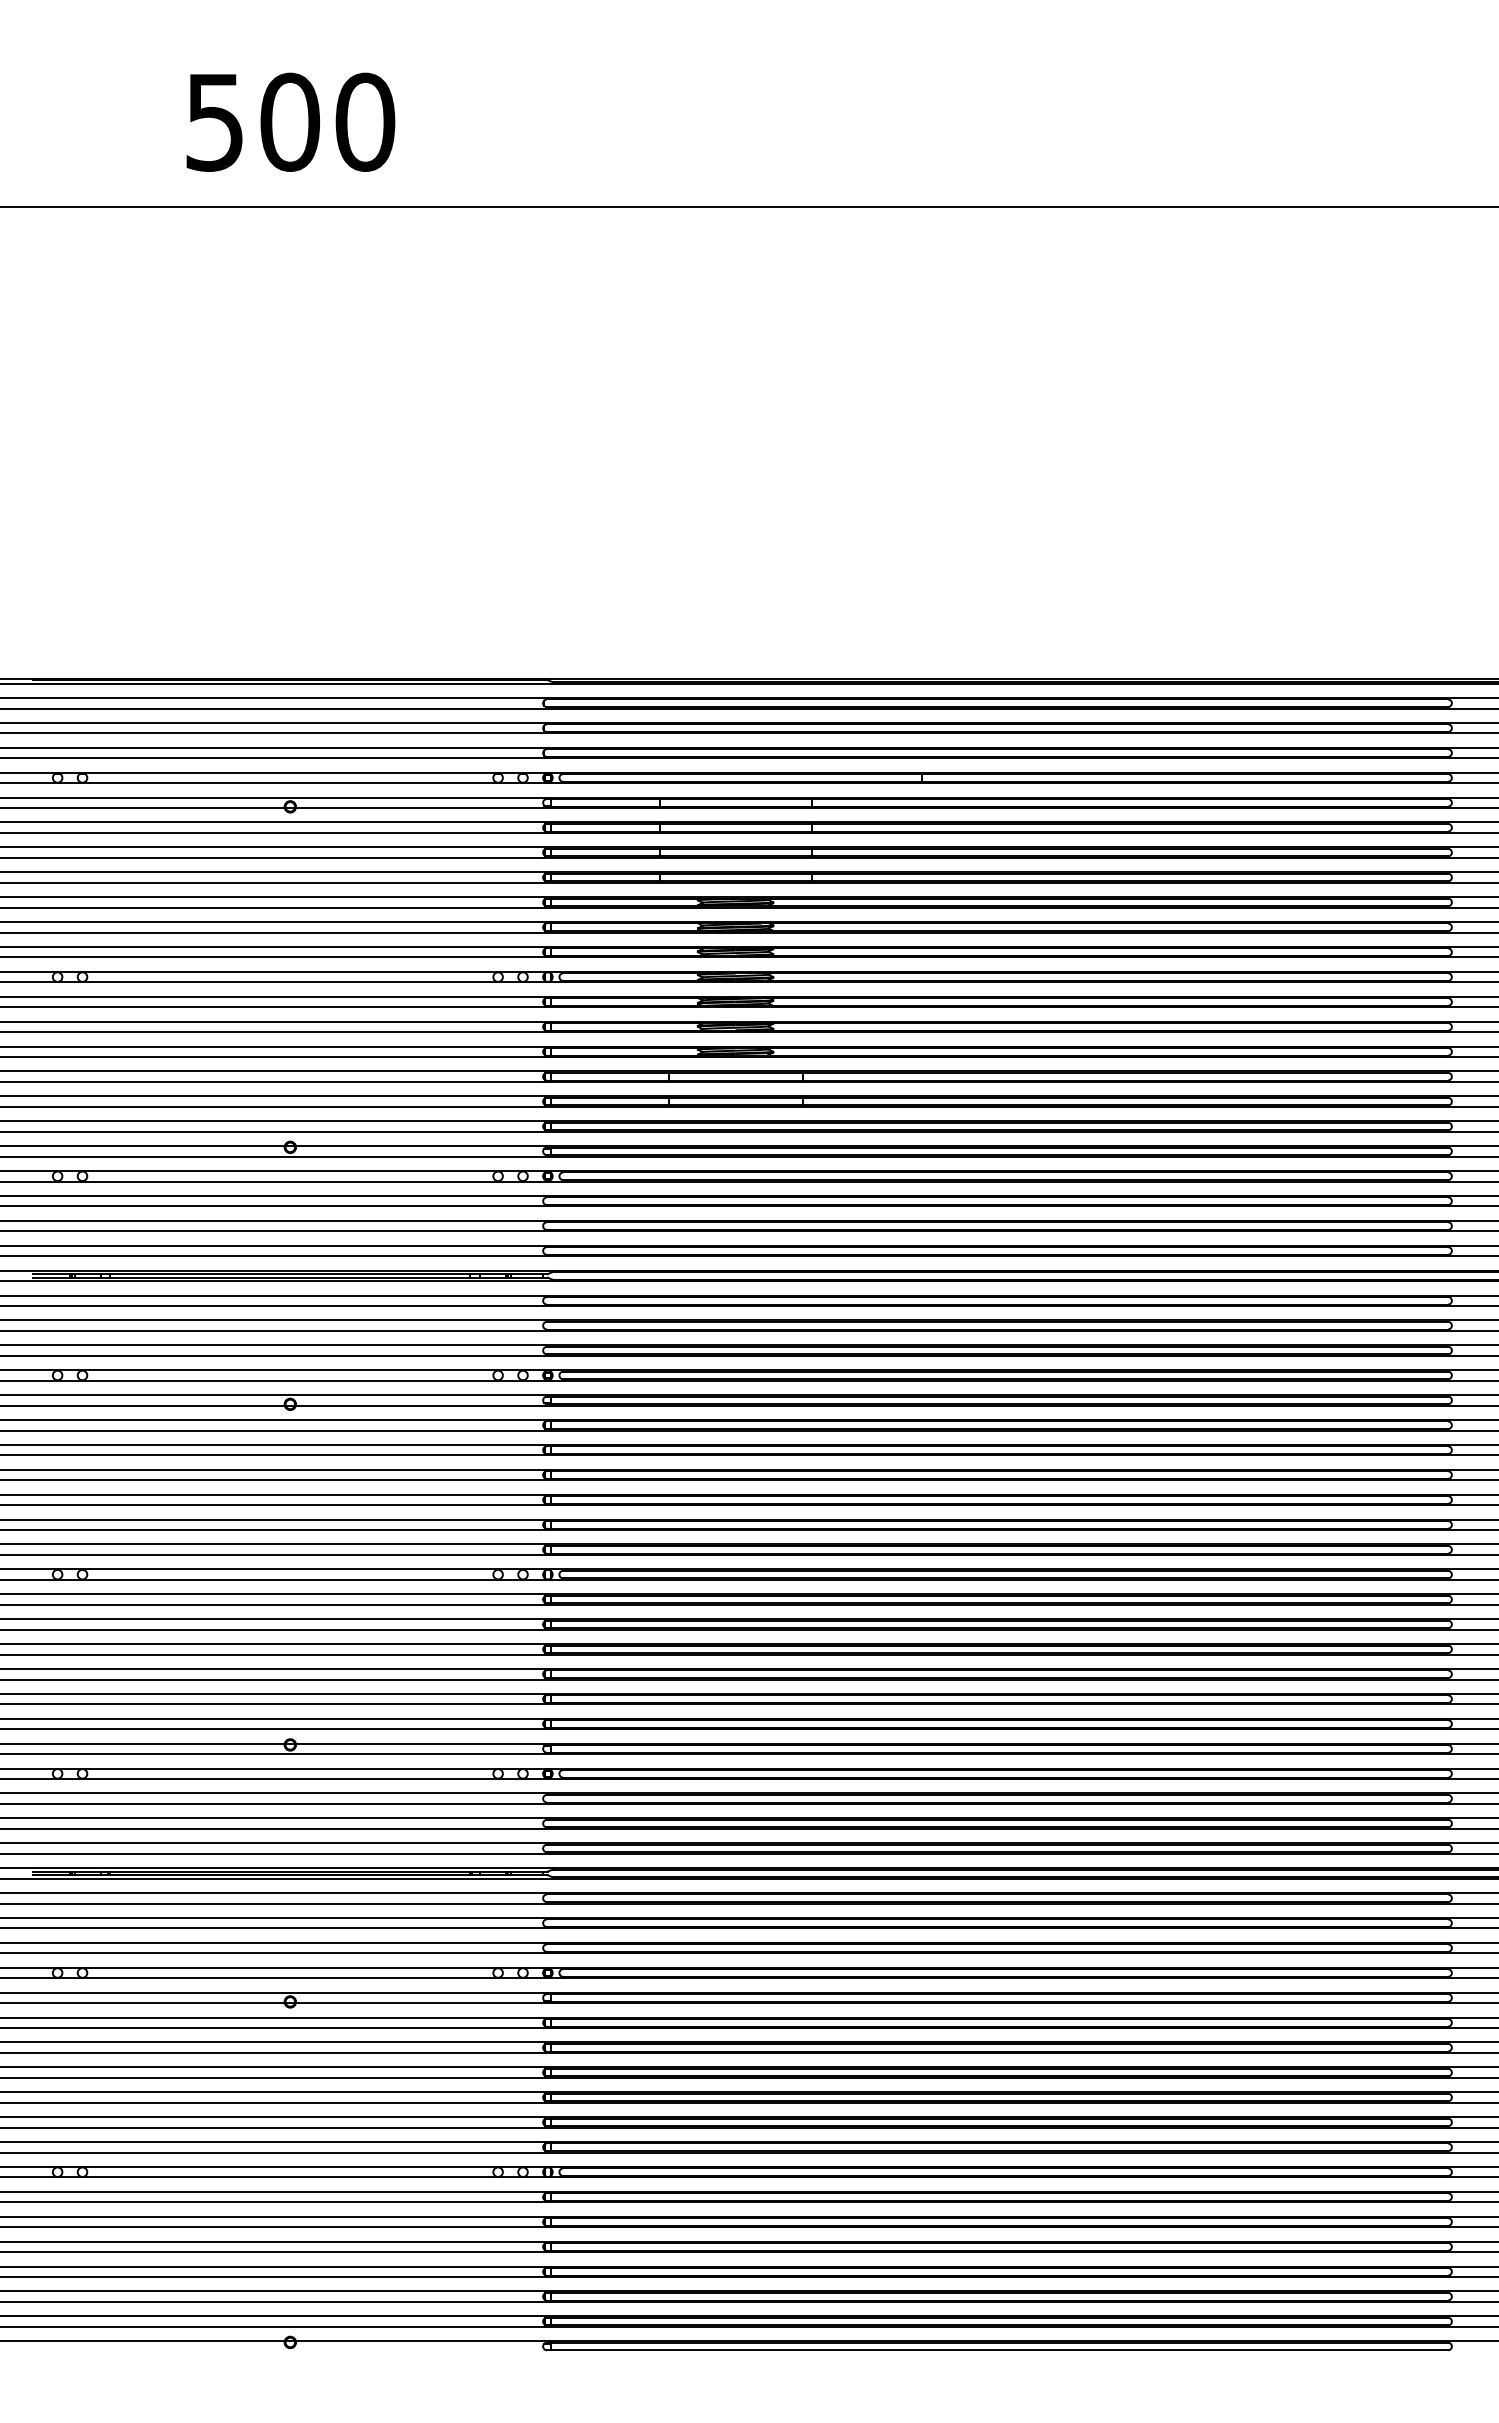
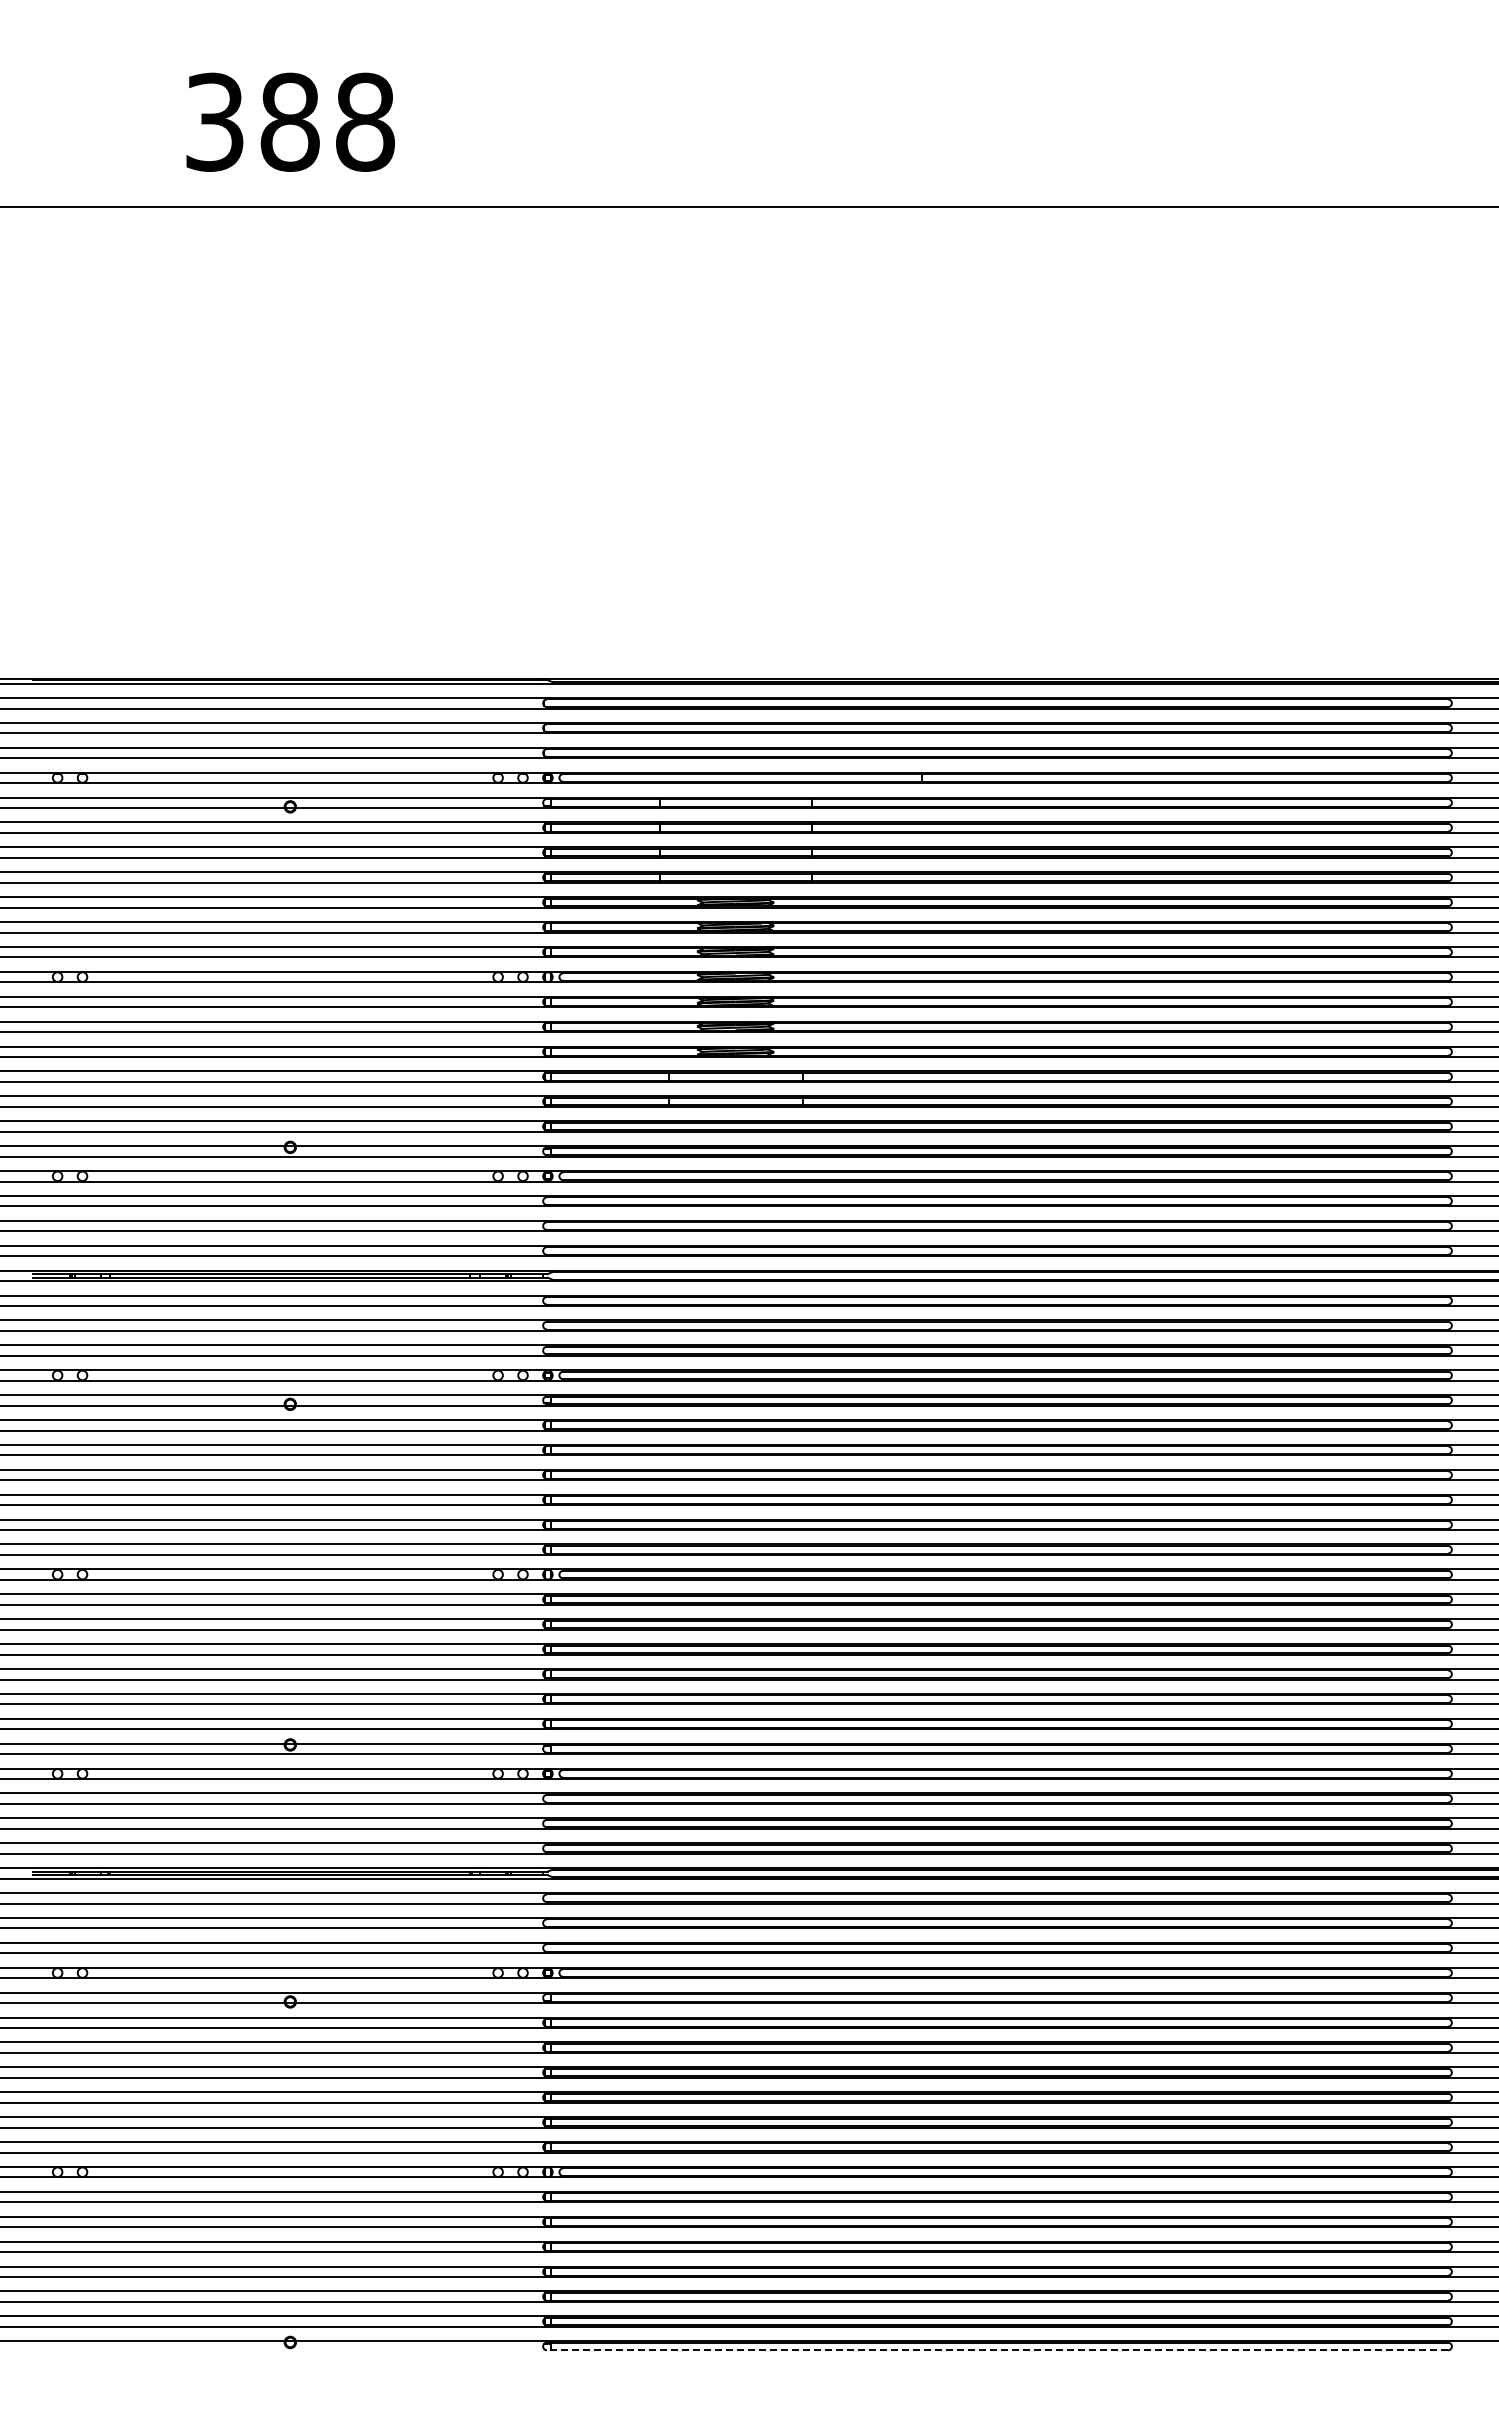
text at (290, 121): 500 -> 388
line at (997, 2350): solid -> dashed
